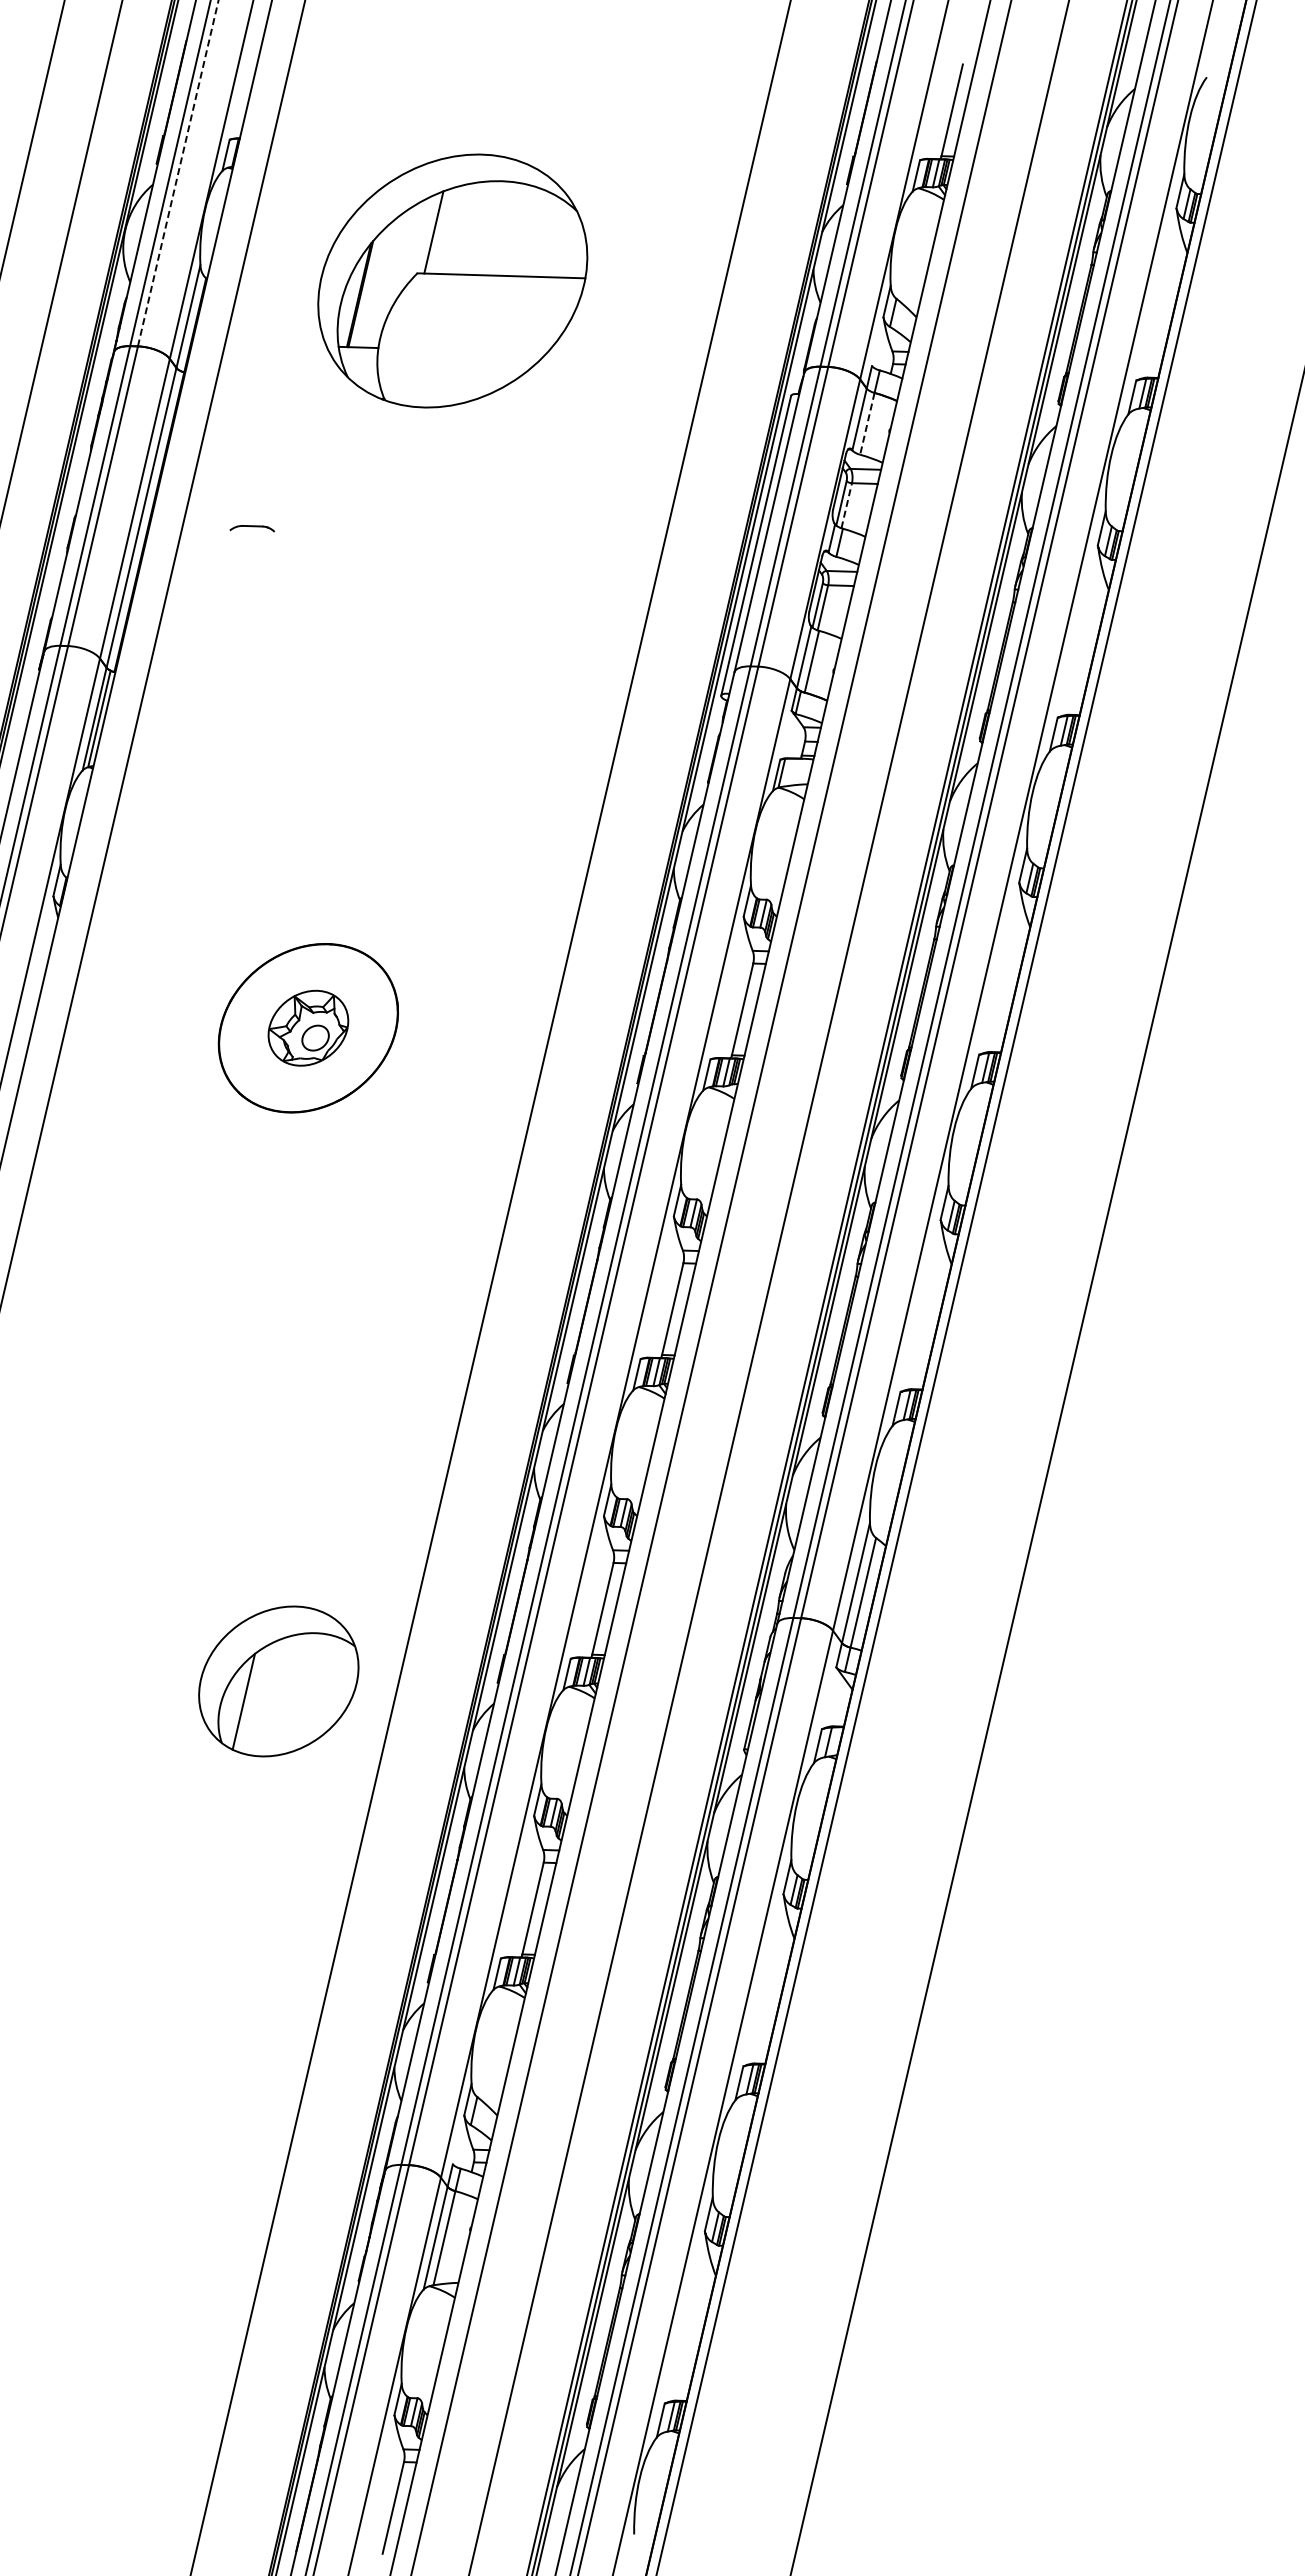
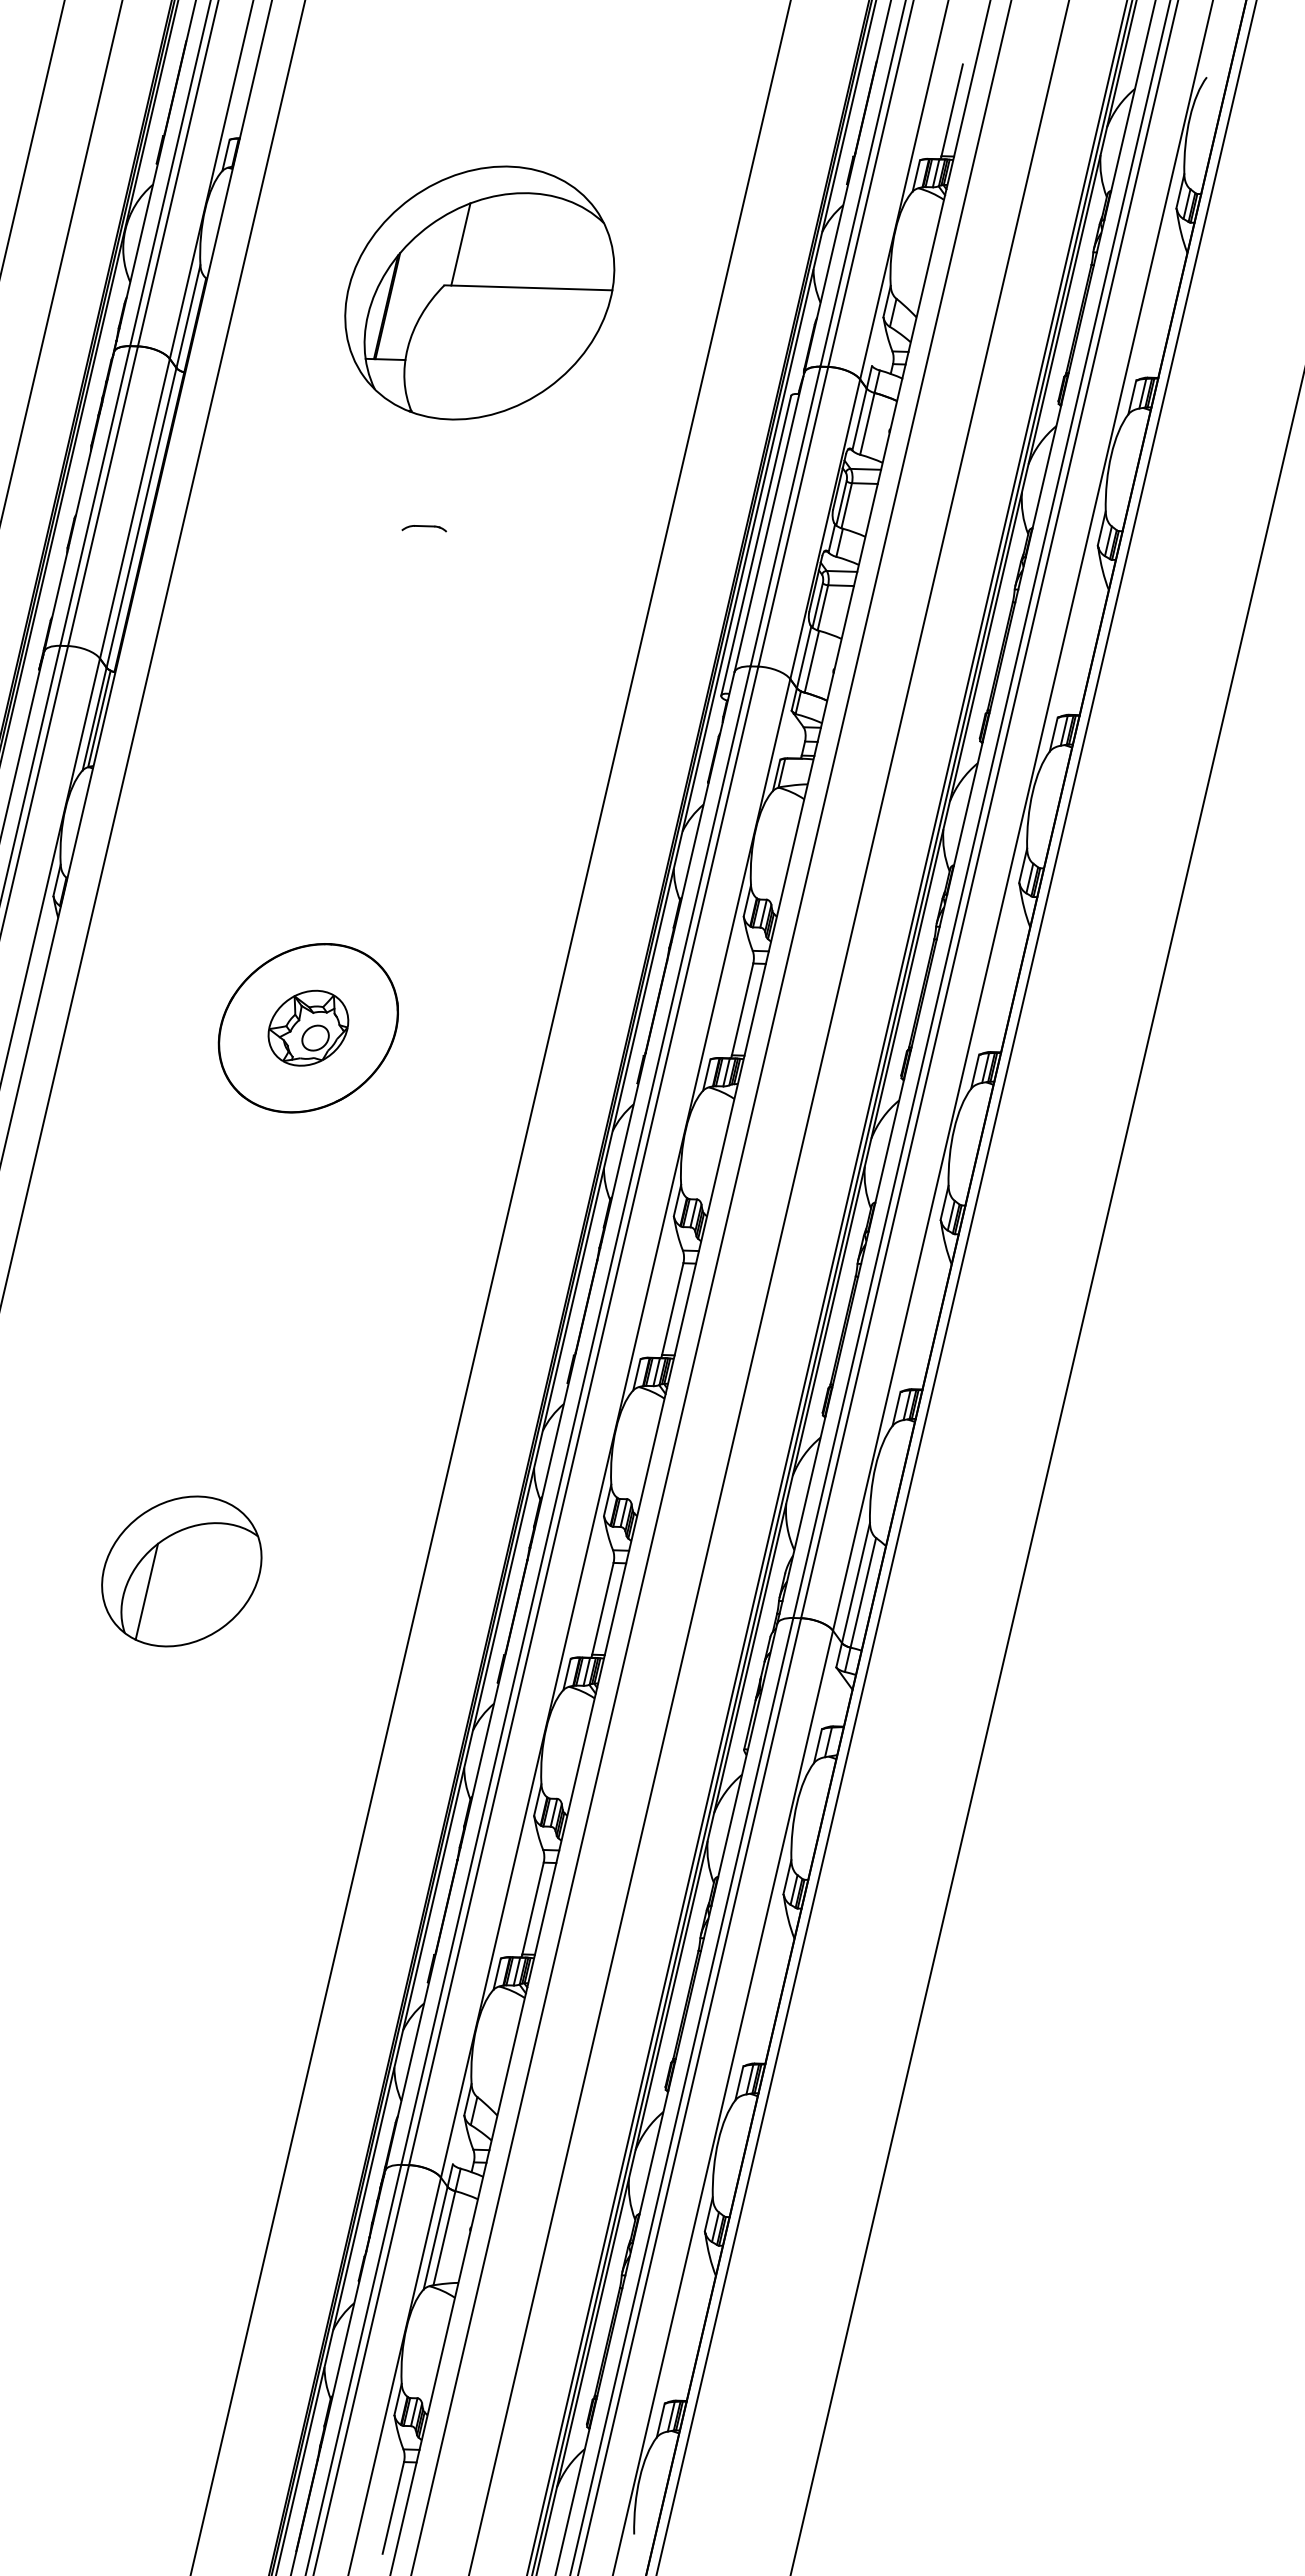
line at (178, 173): dashed -> solid
part at (452, 280) position: (452, 280) -> (479, 292)
line at (867, 423): dashed -> solid
line at (846, 505): dashed -> solid
part at (251, 528) position: (251, 528) -> (423, 528)
part at (278, 1681) position: (278, 1681) -> (181, 1571)
